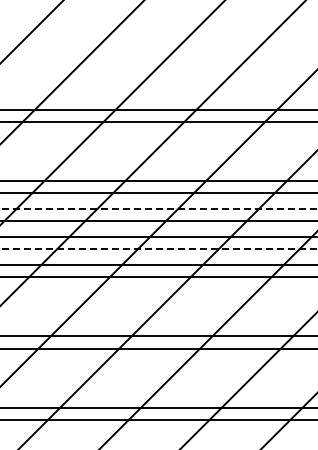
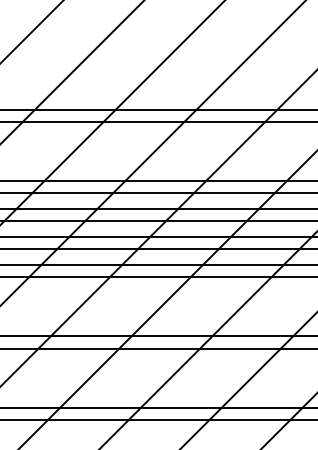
line at (158, 209): dashed -> solid
line at (158, 249): dashed -> solid
